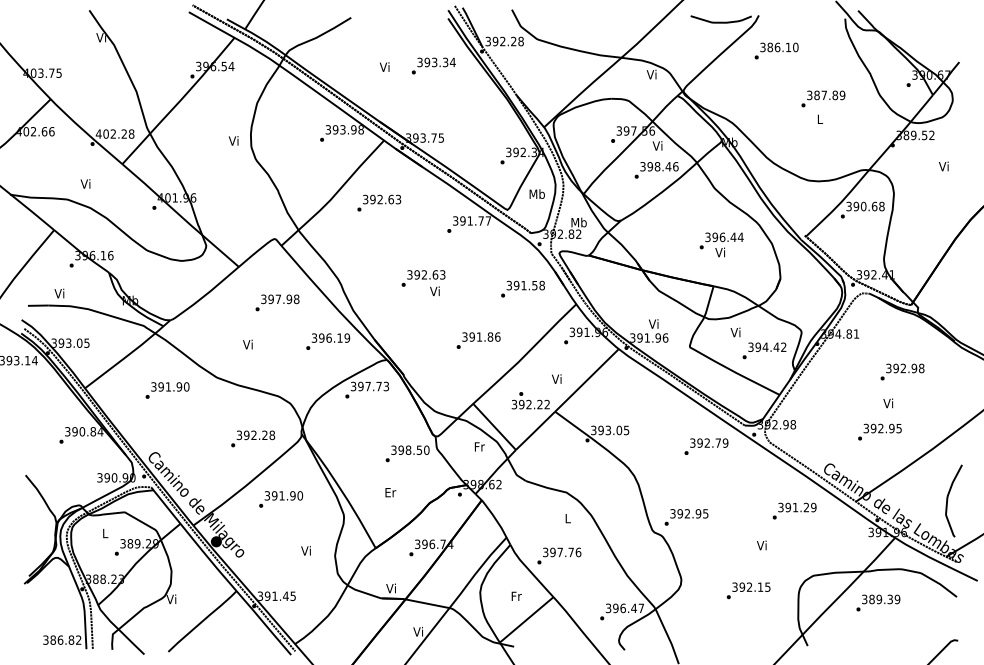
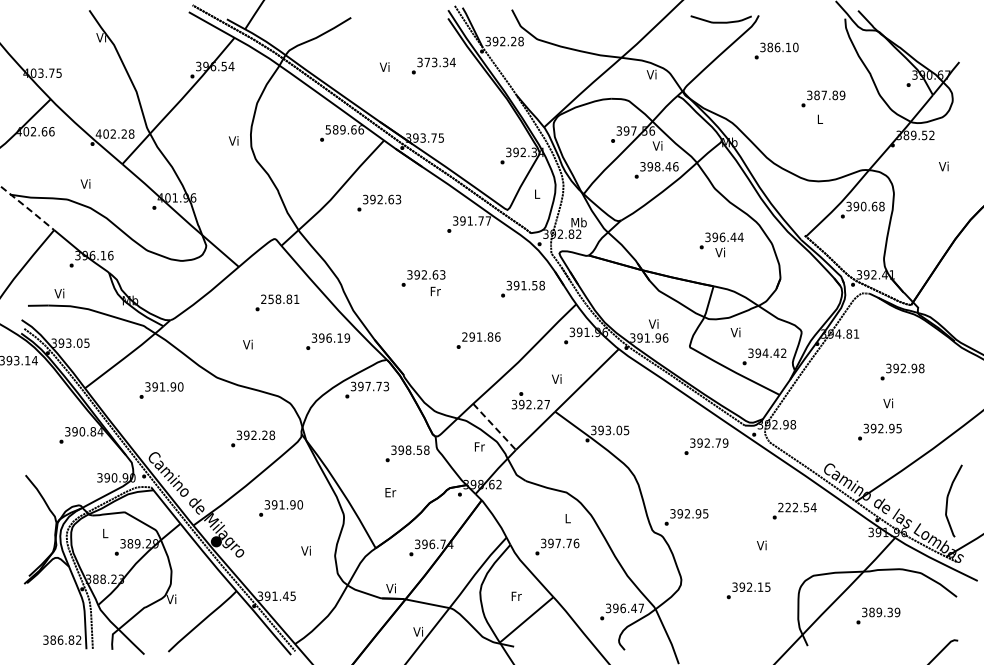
text at (427, 62): 393.34 -> 373.34
text at (344, 129): 393.98 -> 589.66
text at (536, 193): Mb -> L
line at (28, 208): solid -> dashed
text at (435, 291): Vi -> Fr
text at (280, 299): 397.98 -> 258.81
text at (464, 337): 391.86 -> 291.86
text at (764, 350) position: (764, 350) -> (764, 356)
text at (167, 390) position: (167, 390) -> (161, 390)
text at (546, 404): 392.22 -> 392.27
line at (494, 426): solid -> dashed
text at (426, 449): 398.50 -> 398.58
text at (281, 499) position: (281, 499) -> (281, 508)
text at (797, 507): 391.29 -> 222.54
text at (559, 555) position: (559, 555) -> (557, 546)
text at (878, 602) position: (878, 602) -> (878, 615)
